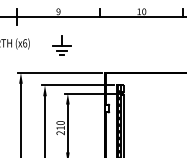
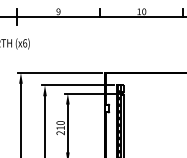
part at (61, 45): present -> none
